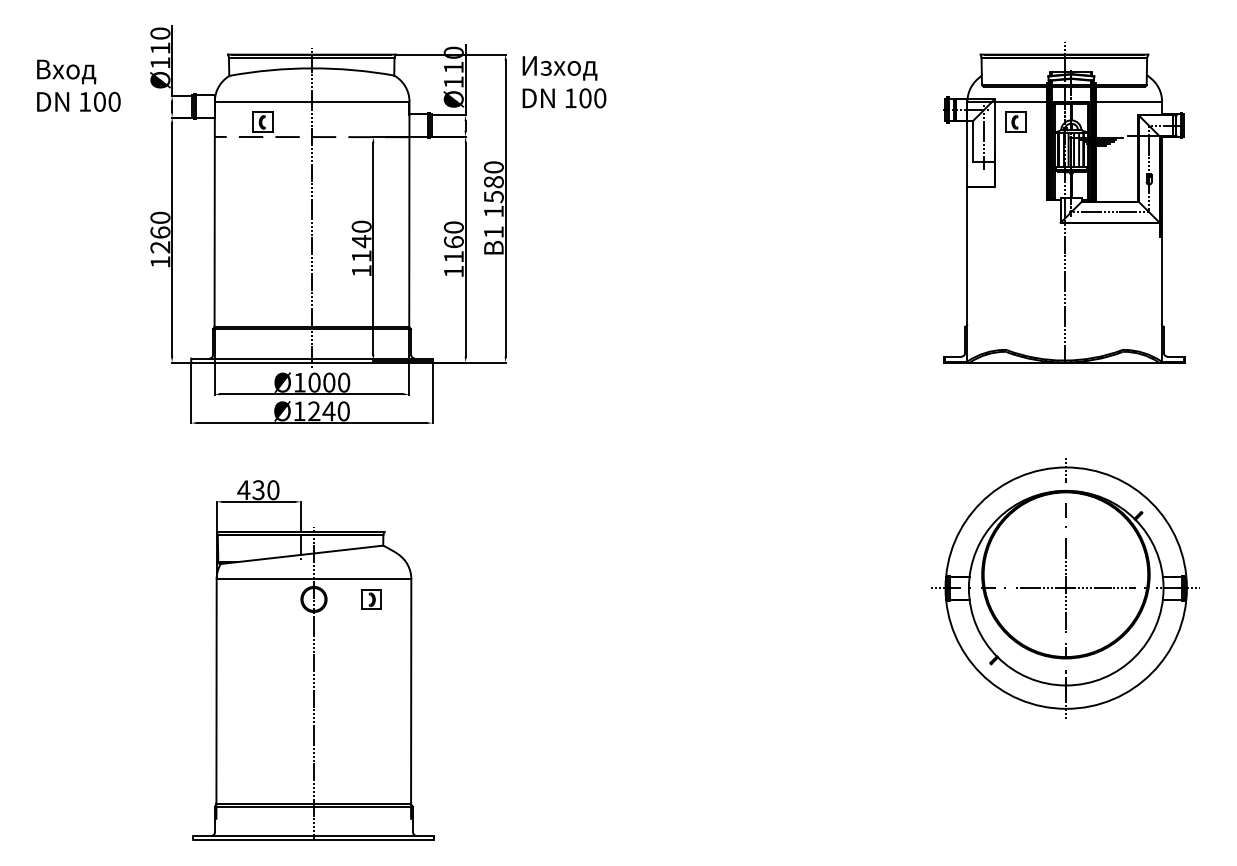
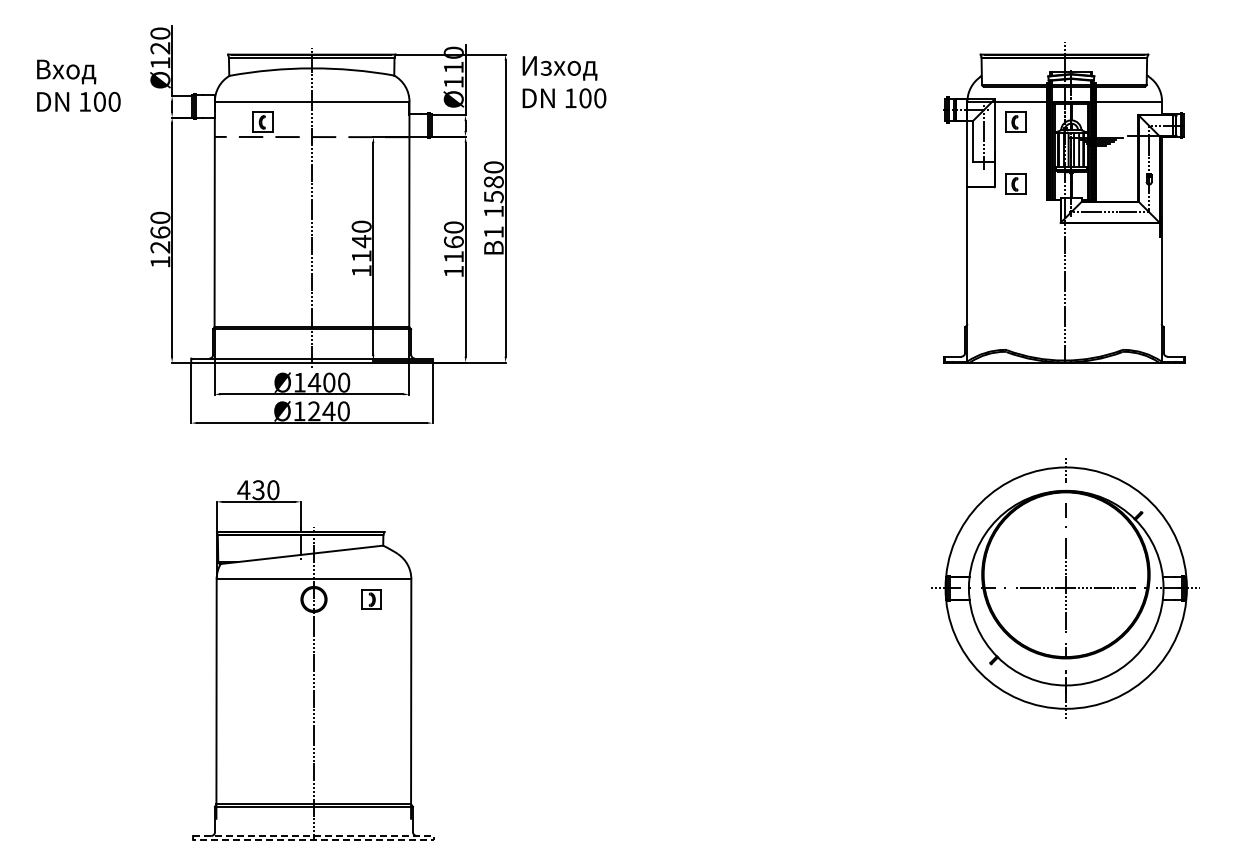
text at (160, 48): Ø110 -> Ø120
part at (1015, 183): none -> present
text at (314, 382): Ø1000 -> Ø1400
line at (434, 837): solid -> dashed
